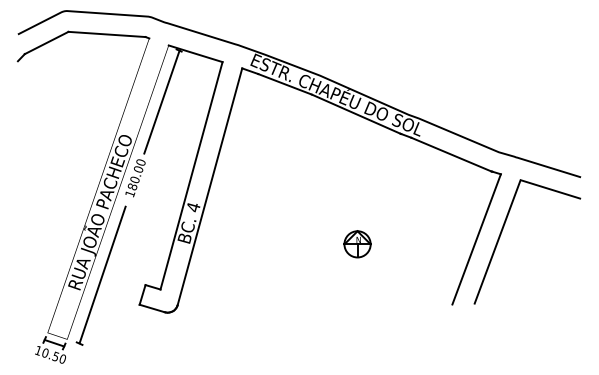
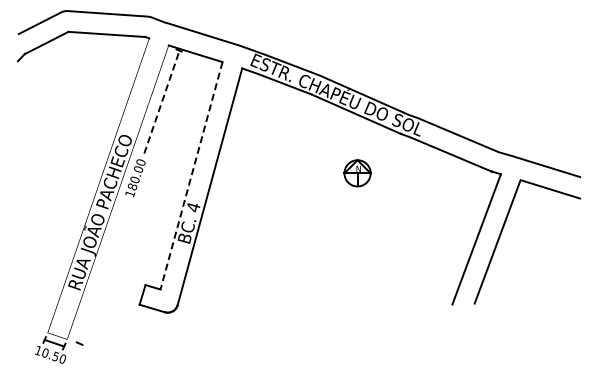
line at (162, 101): solid -> dashed
line at (191, 175): solid -> dashed
part at (357, 244) position: (357, 244) -> (357, 173)
line at (102, 274): present -> none
